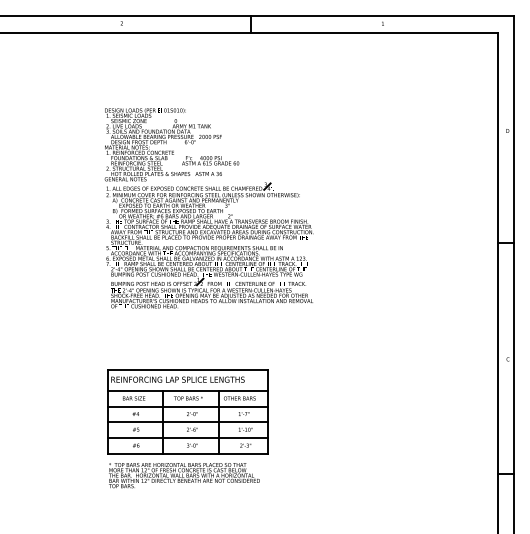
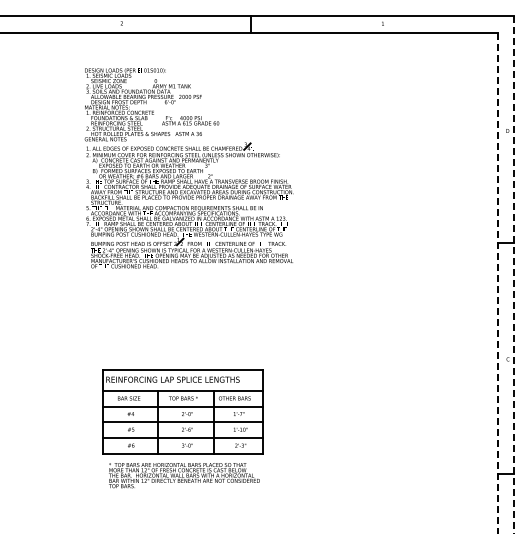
part at (208, 208) position: (208, 208) -> (188, 168)
line at (513, 274): solid -> dashed
line at (497, 283): solid -> dashed
part at (187, 411) position: (187, 411) -> (182, 411)
